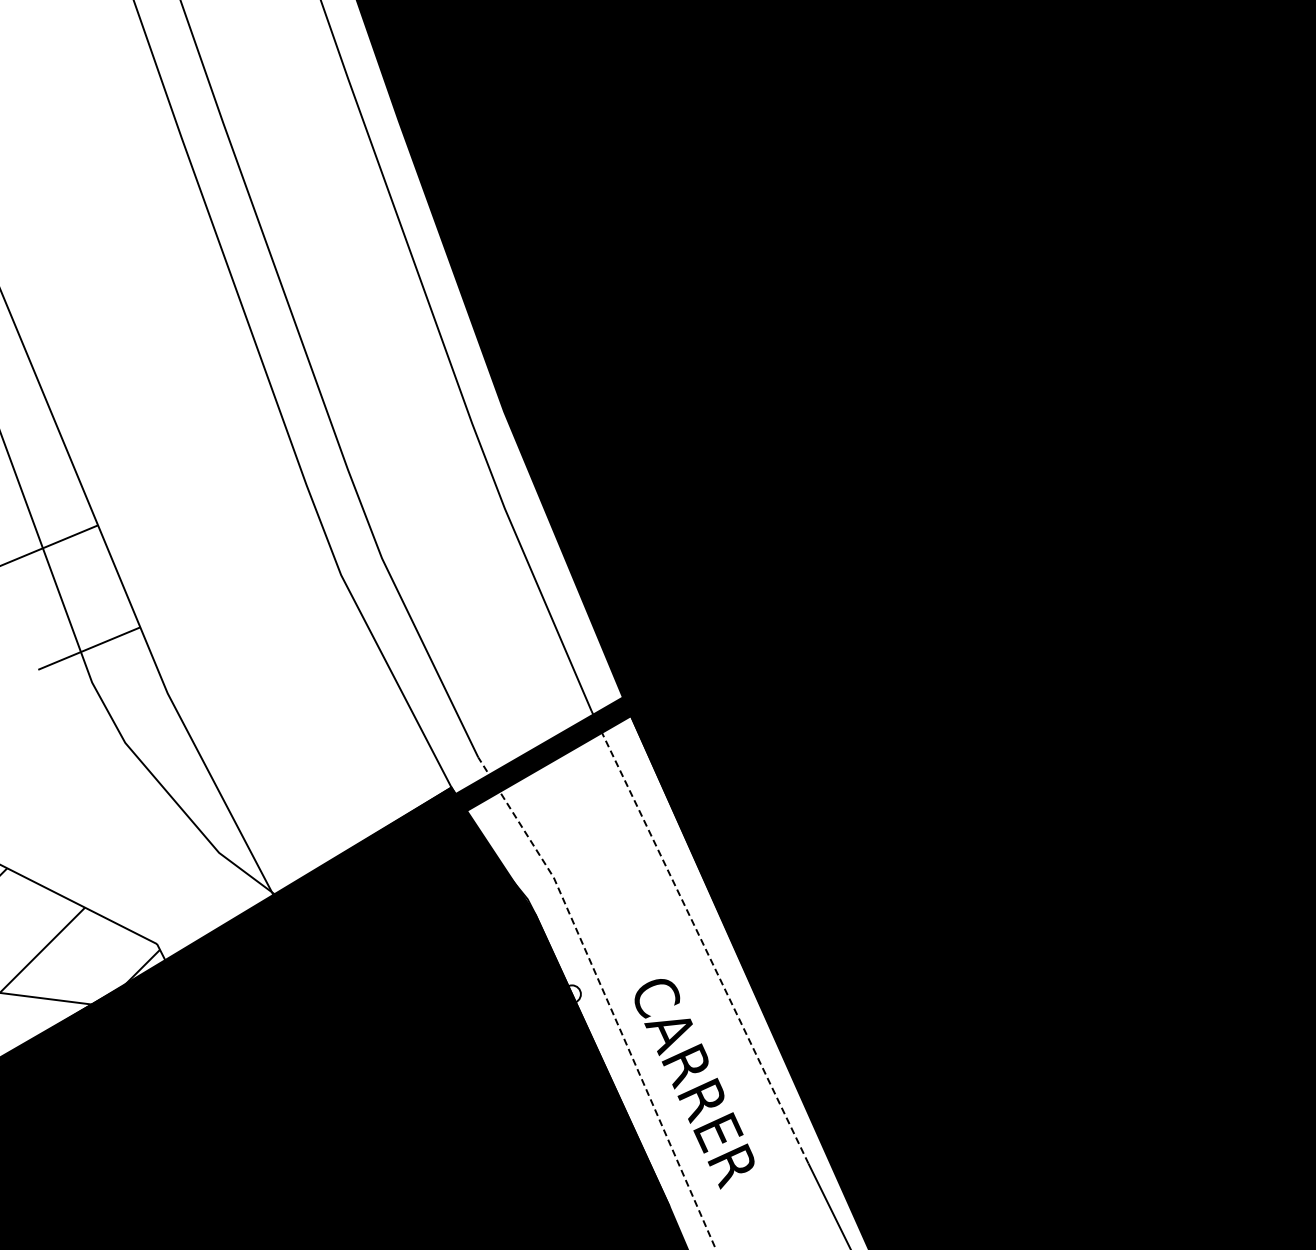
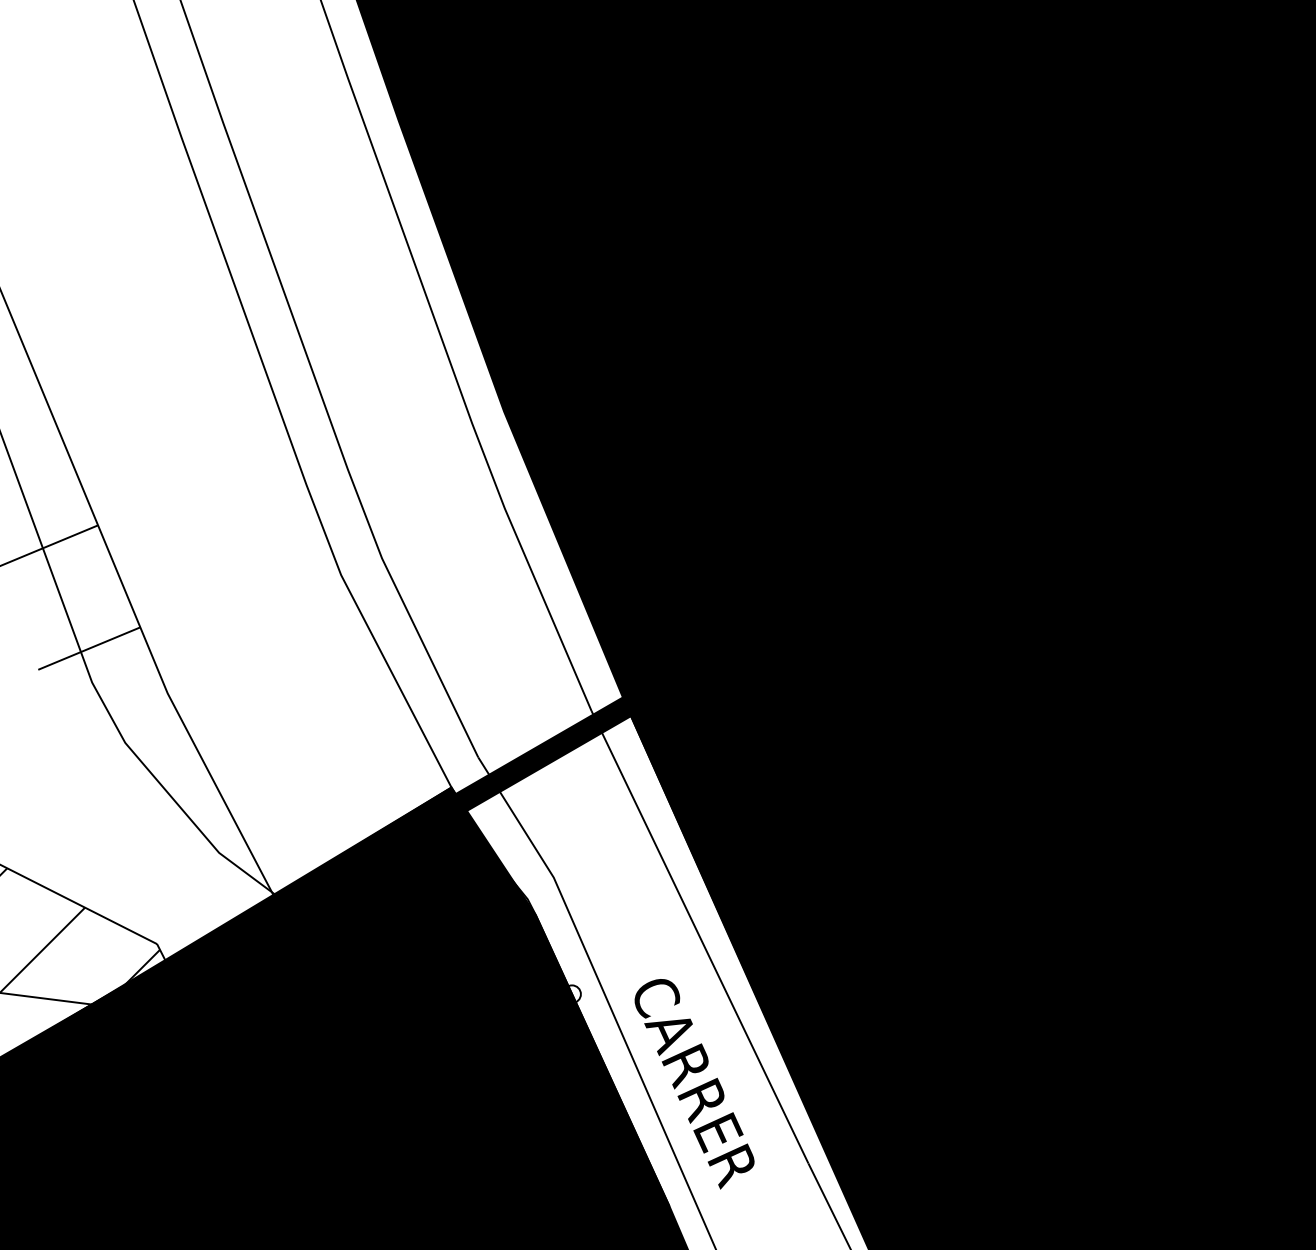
line at (699, 937): dashed -> solid
line at (606, 997): dashed -> solid
